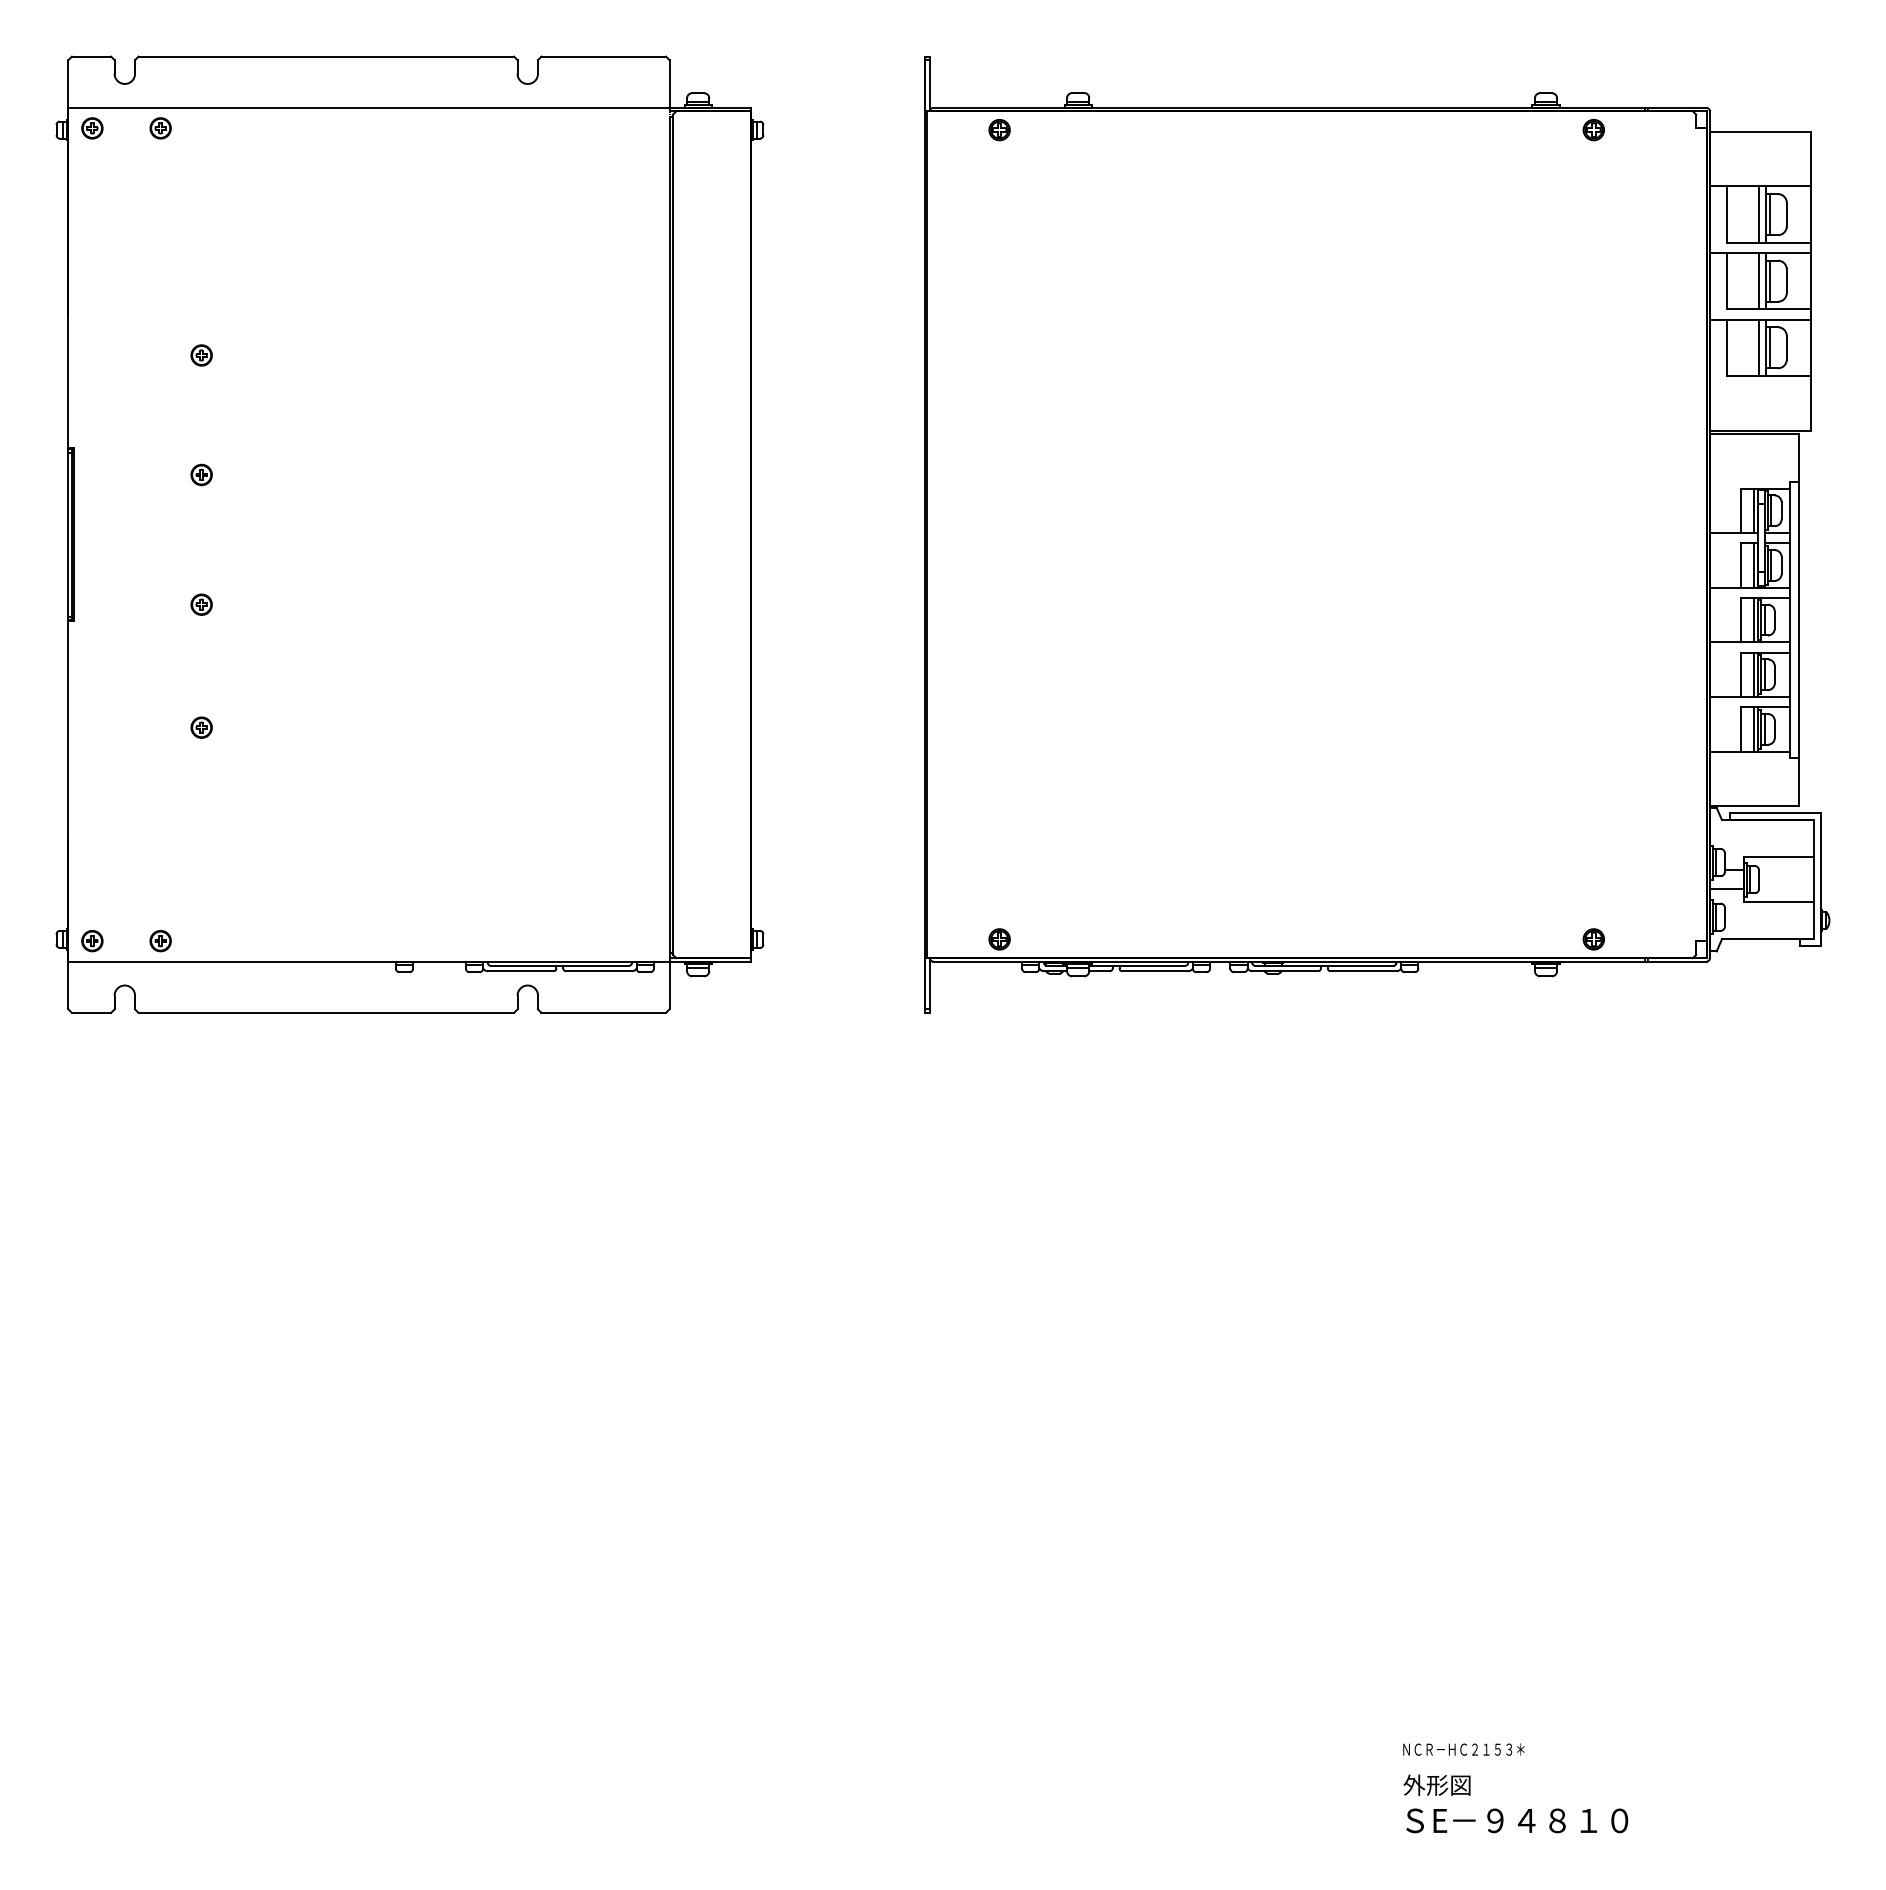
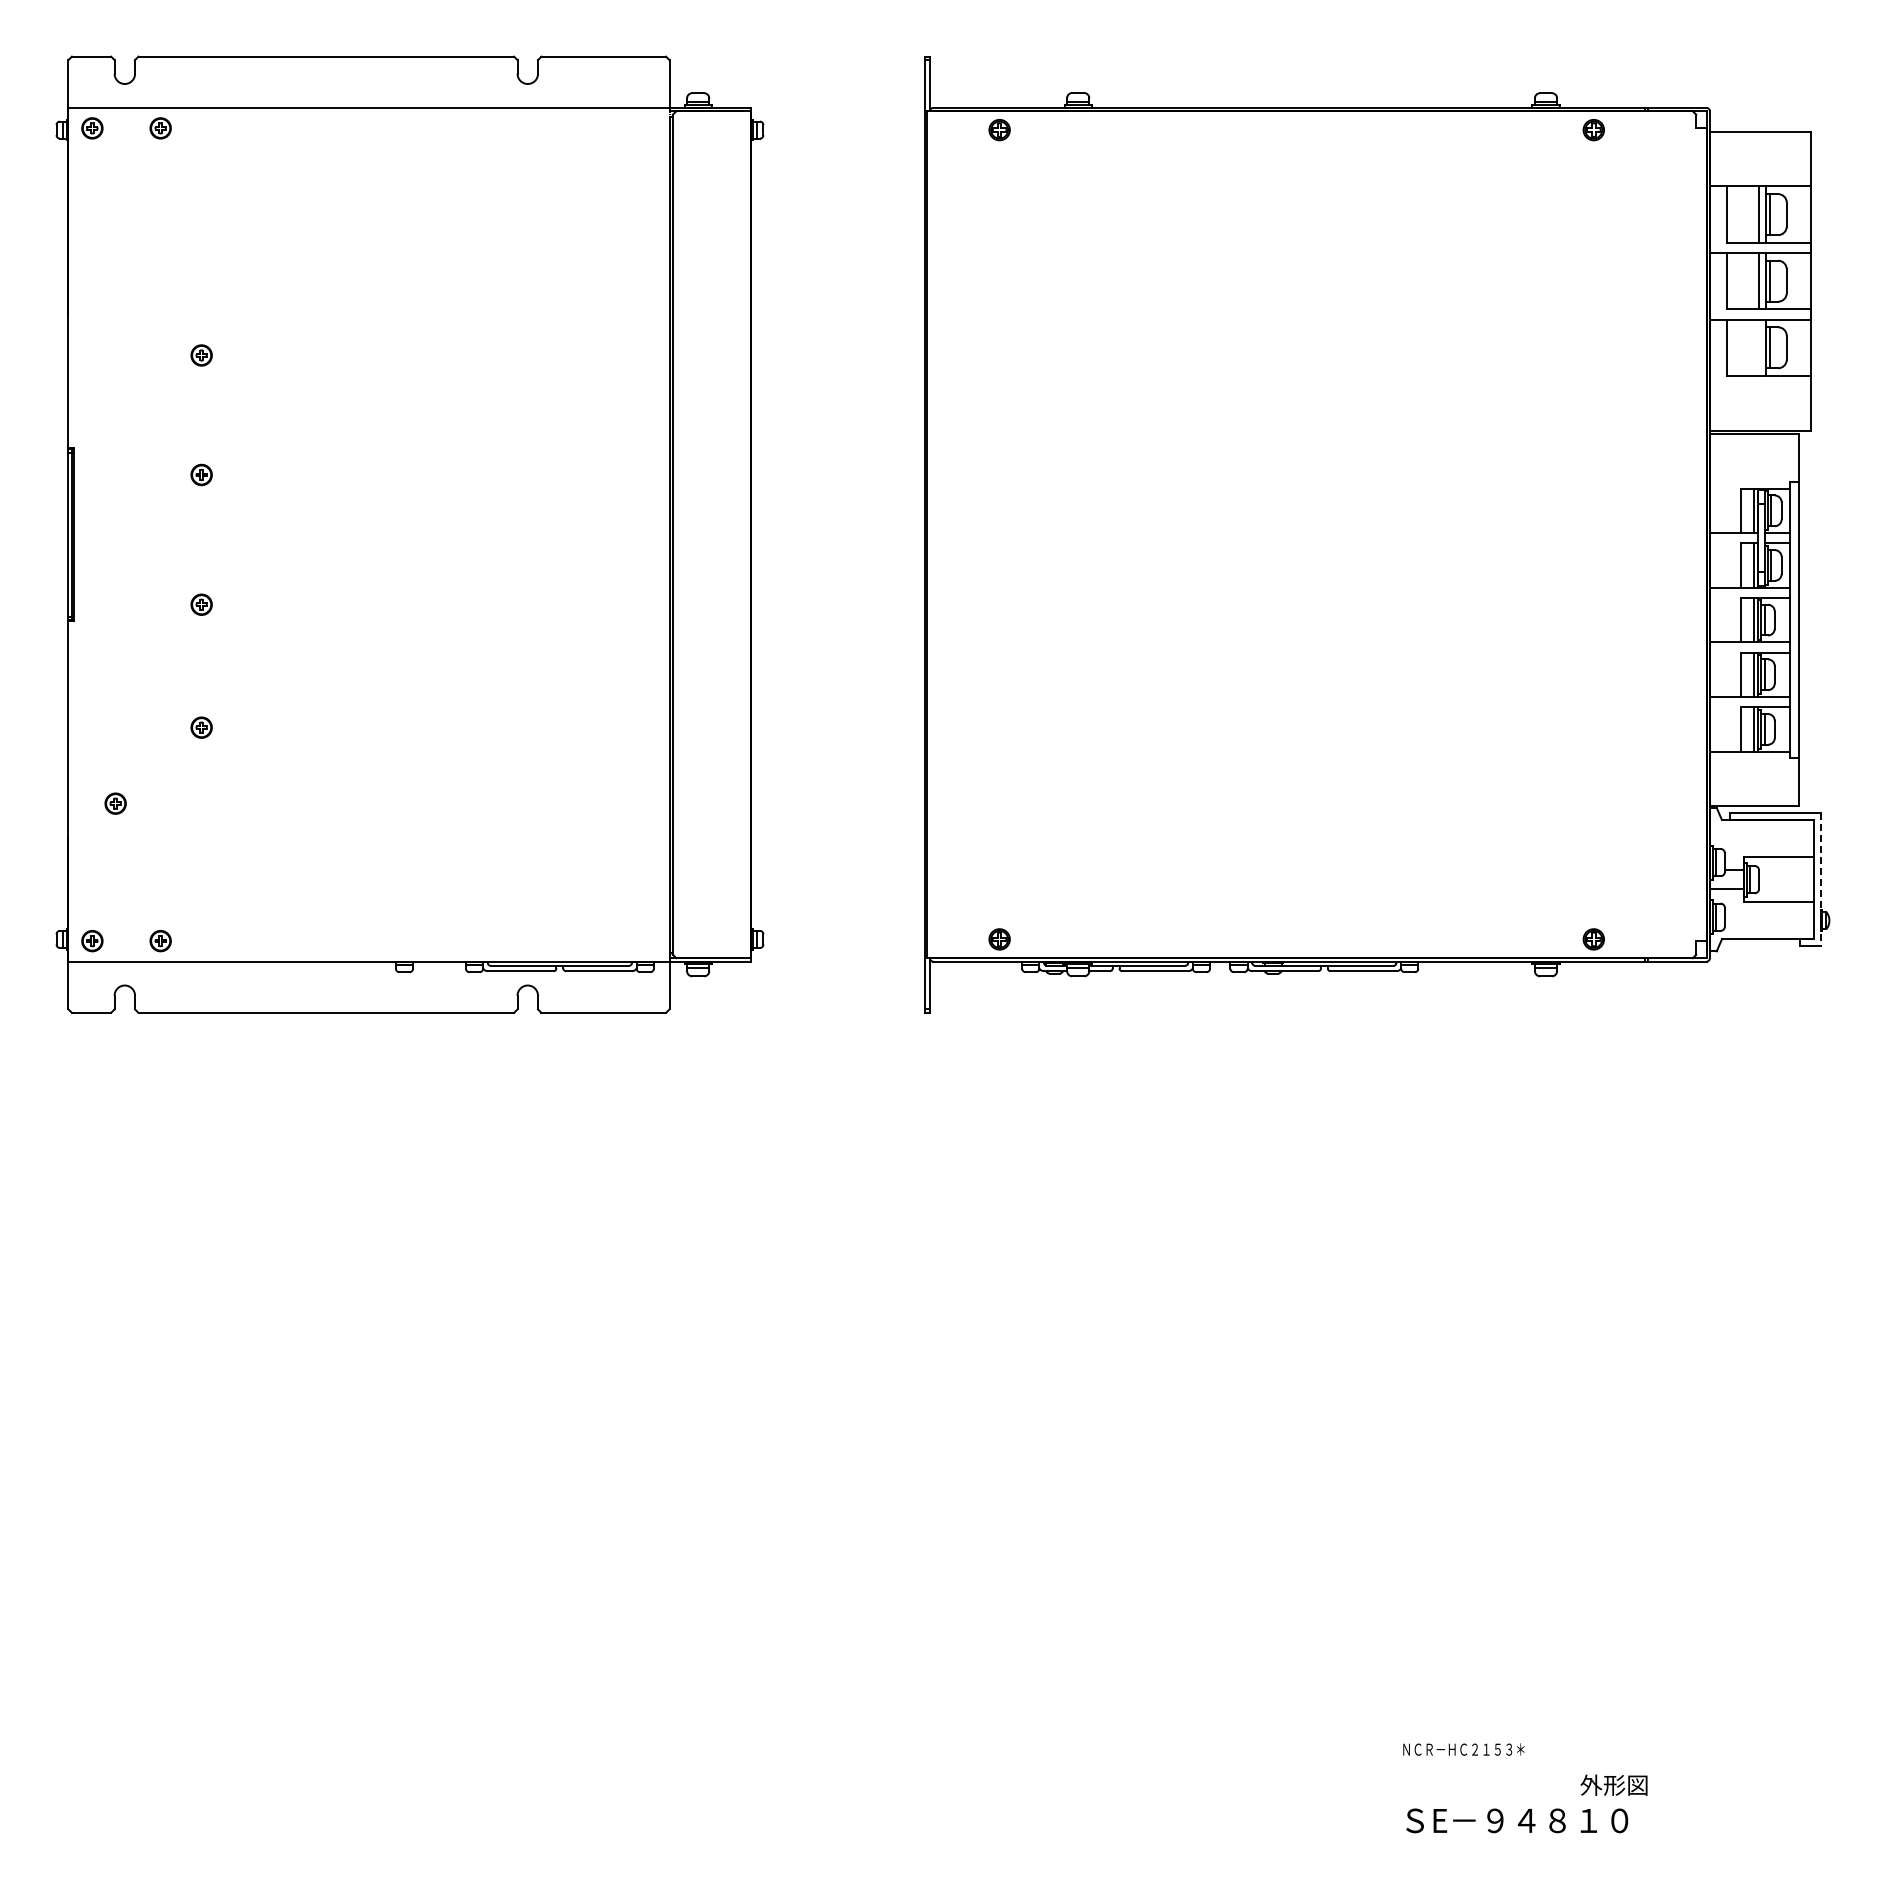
line at (1759, 347): present -> none
part at (115, 803): none -> present
line at (1820, 879): solid -> dashed
text at (1436, 1784) position: (1436, 1784) -> (1613, 1784)
